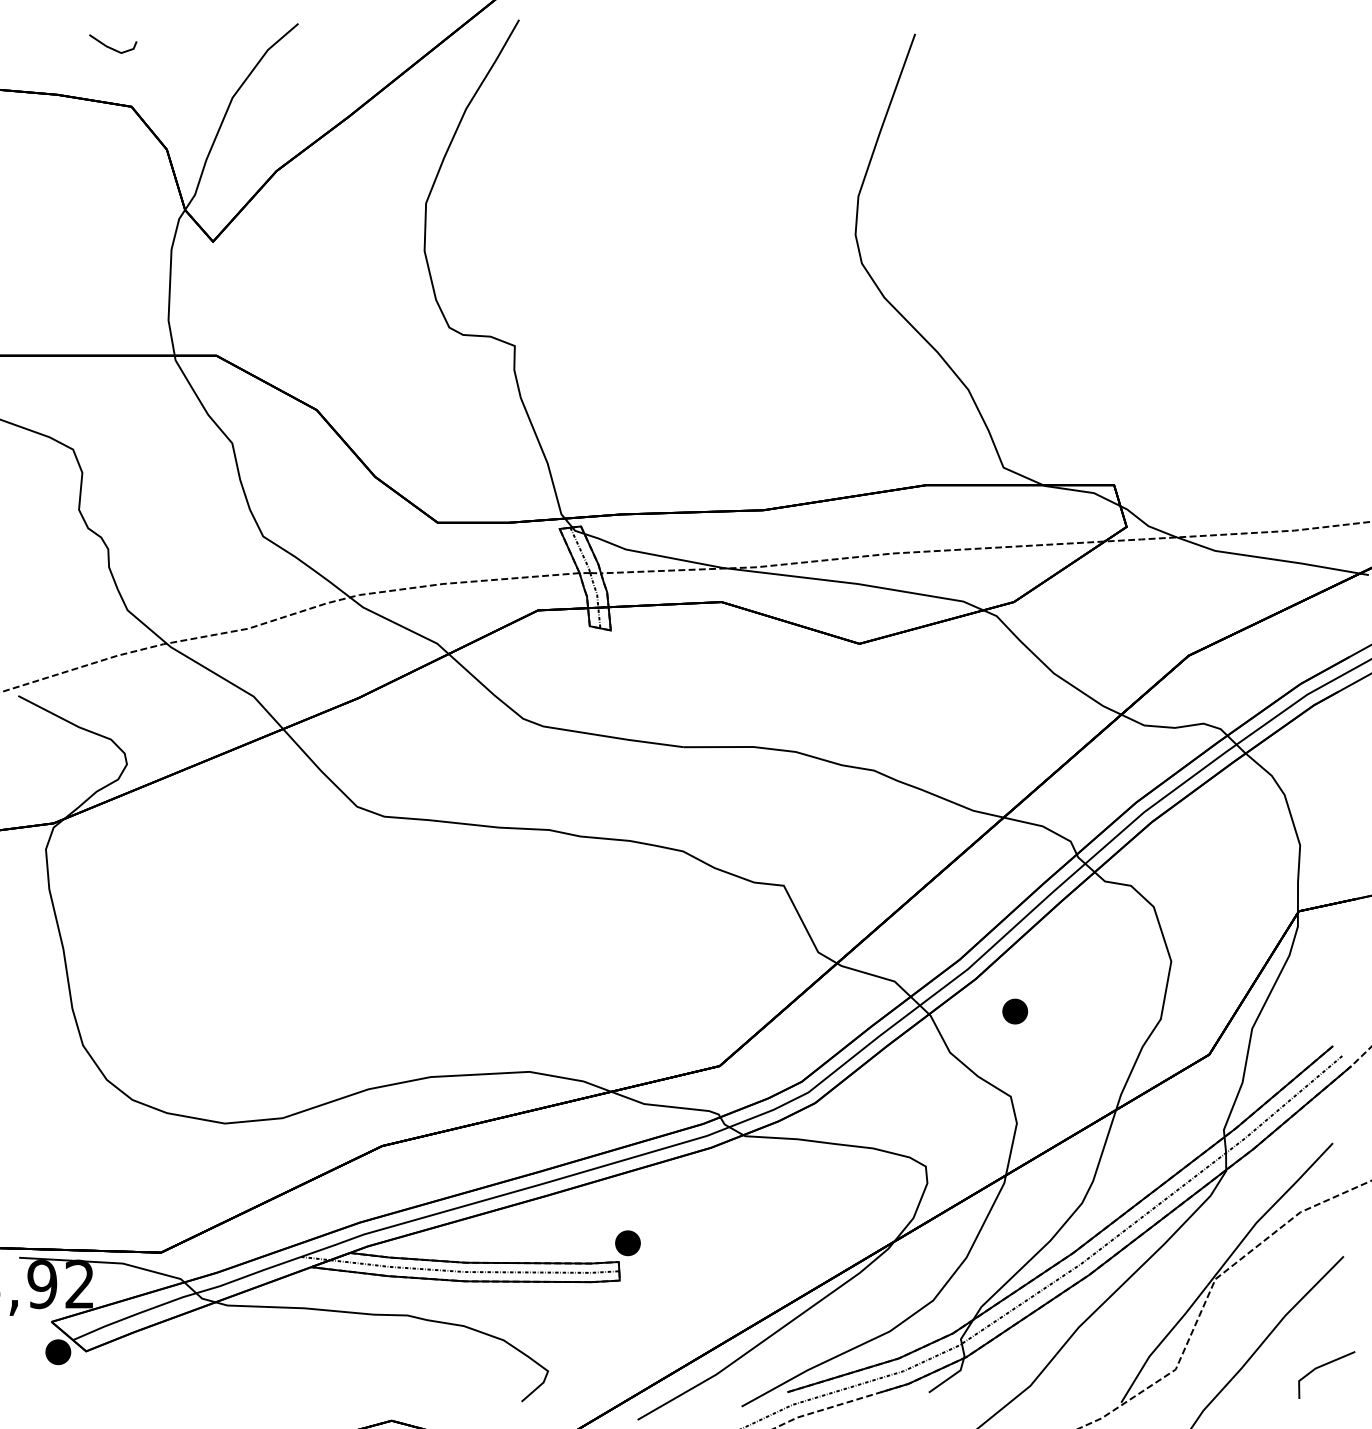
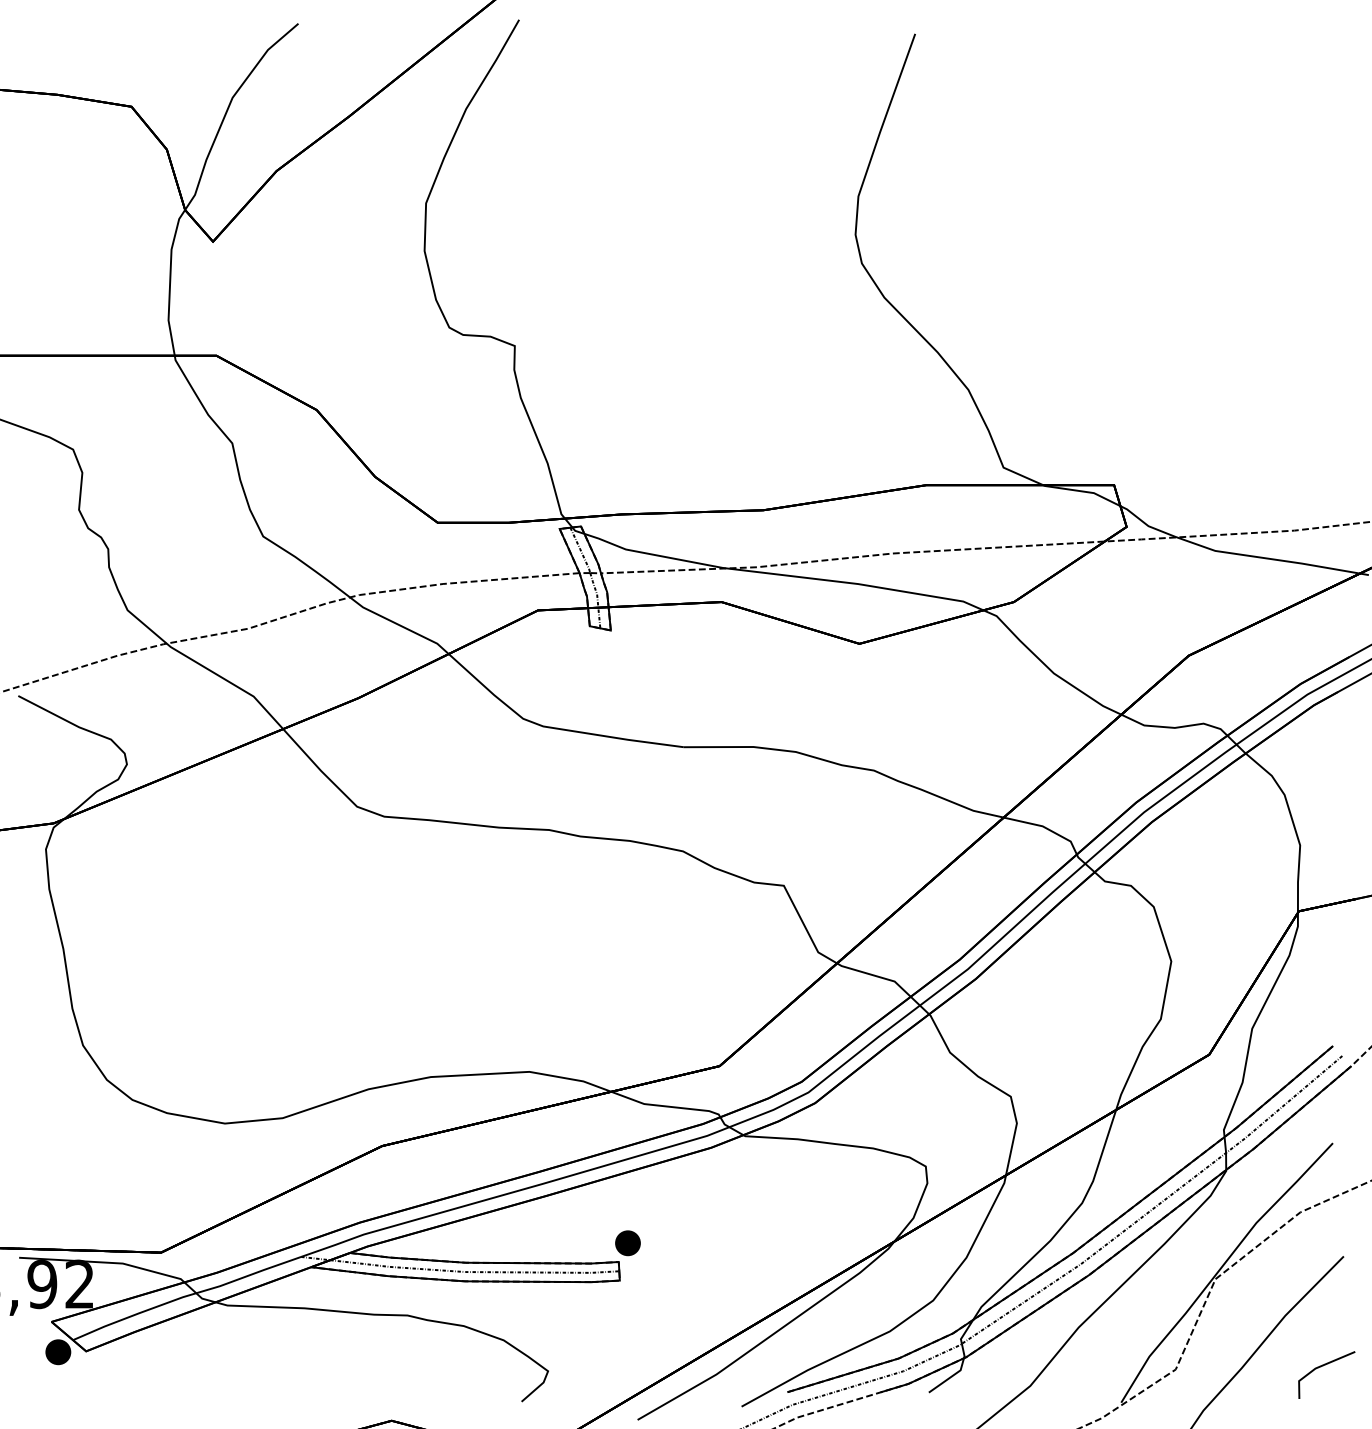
line at (111, 47): present -> none
part at (1015, 1011): present -> none
